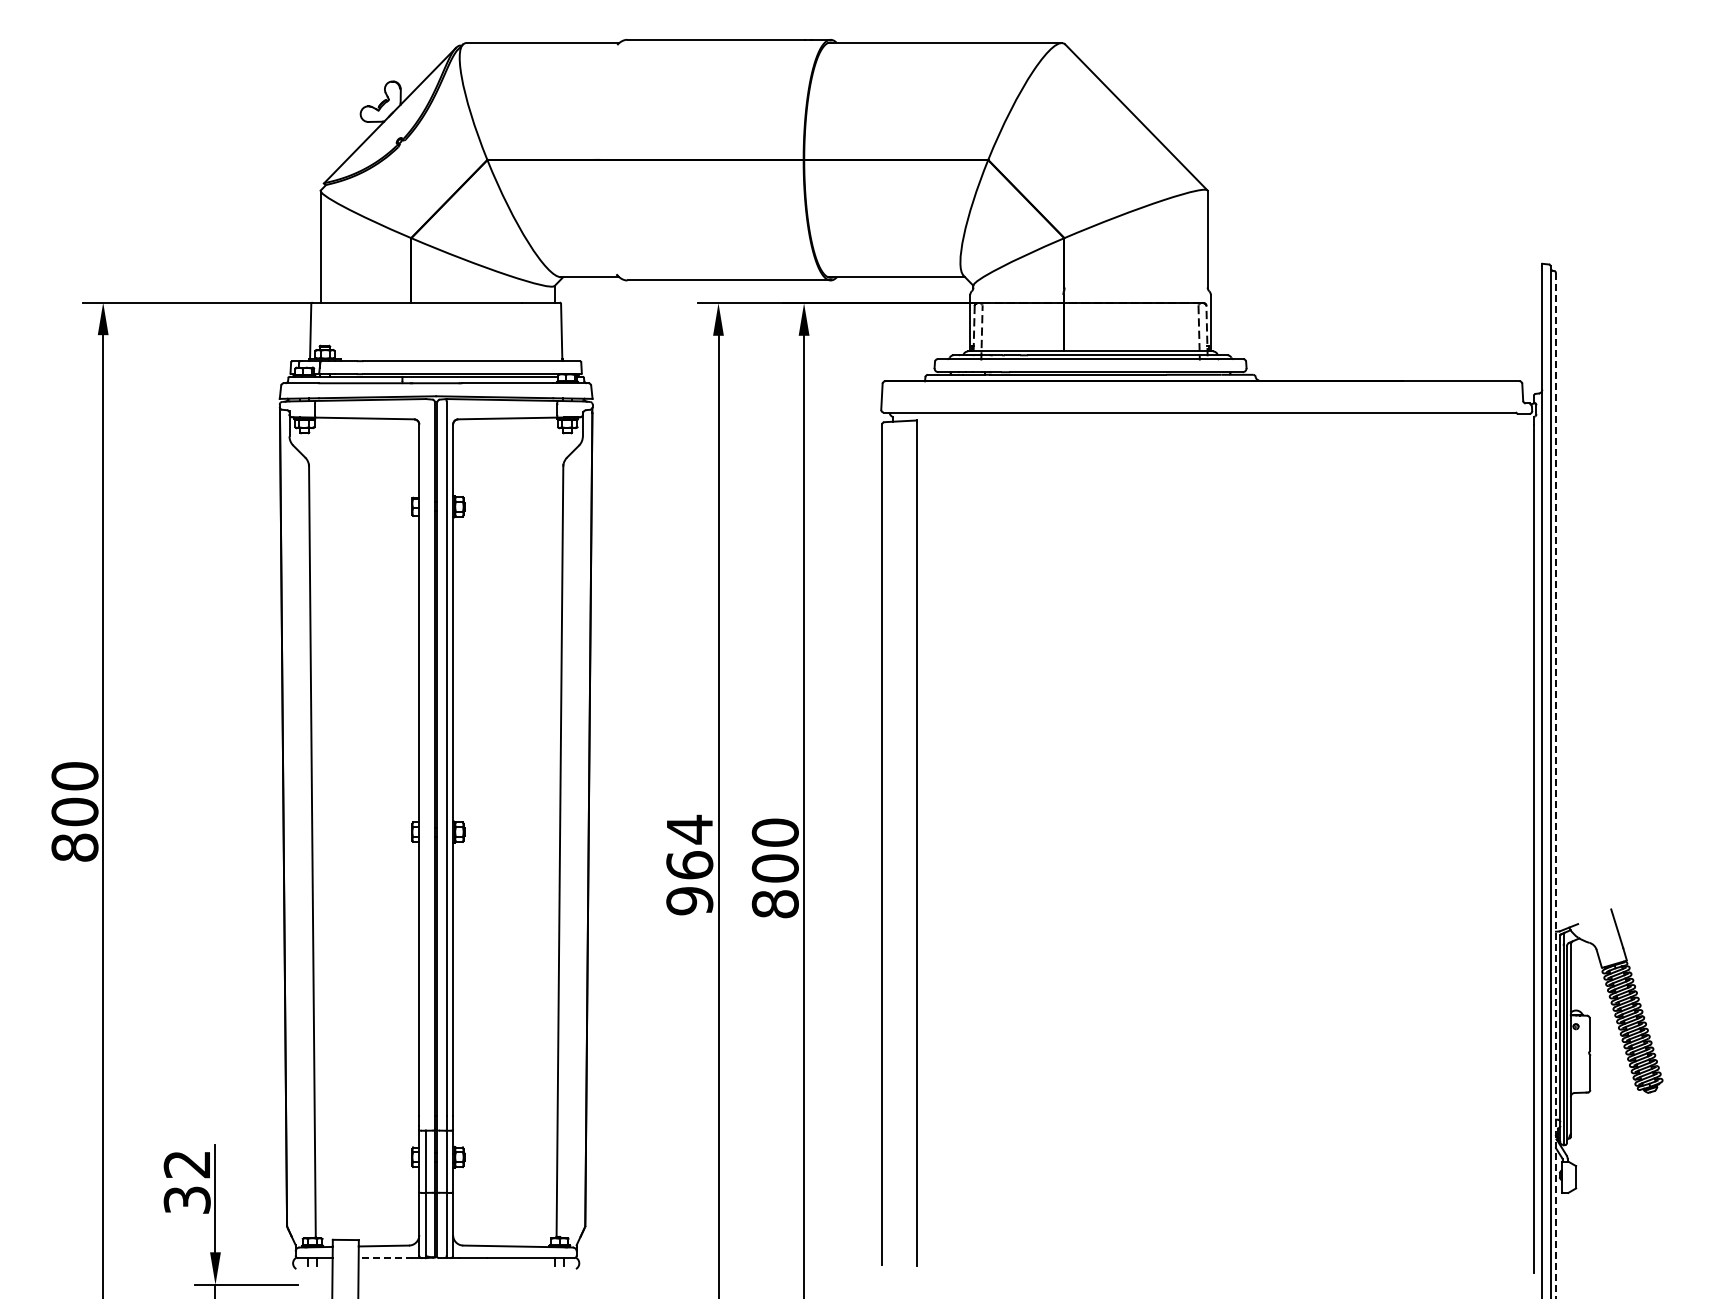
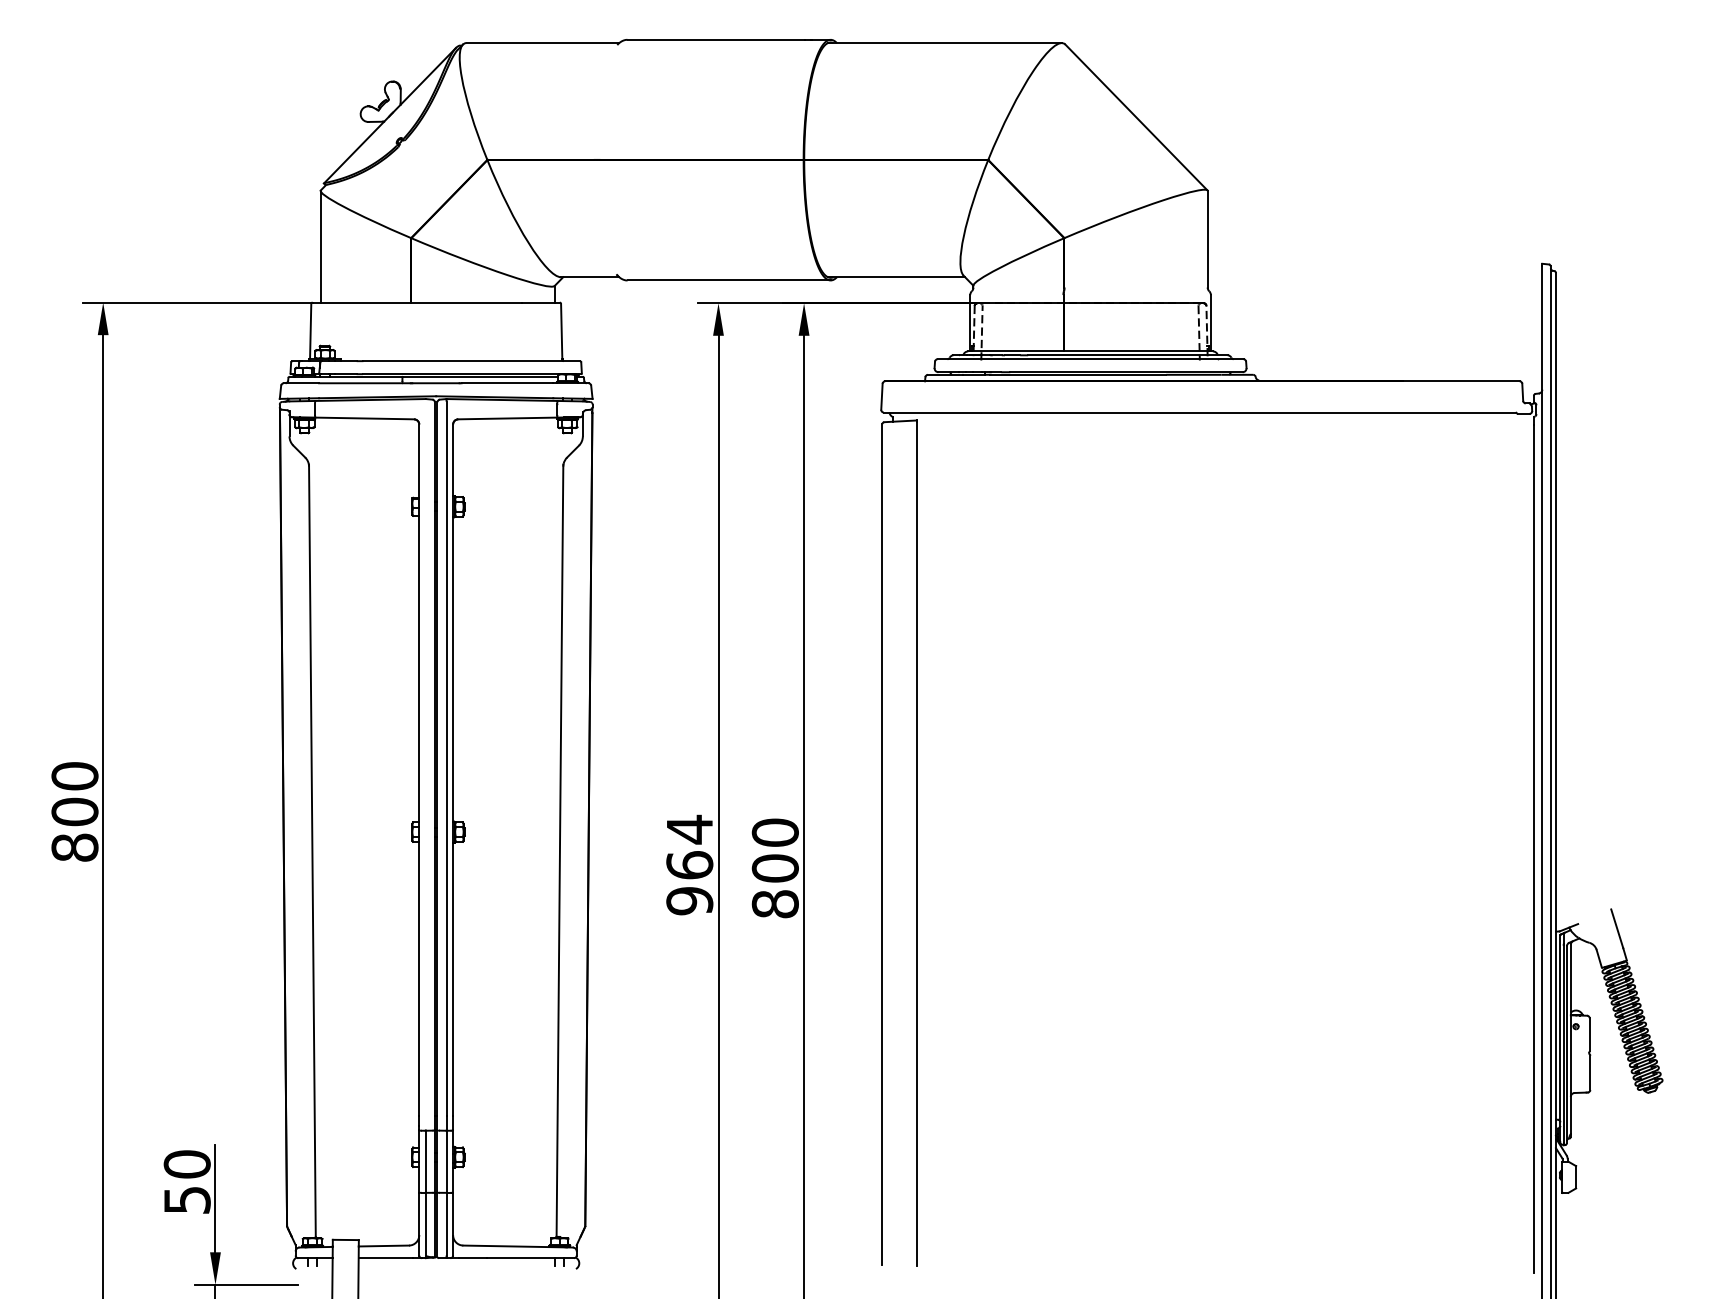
line at (1555, 785): dashed -> solid
text at (186, 1181): 32 -> 50
line at (385, 1258): dashed -> solid
